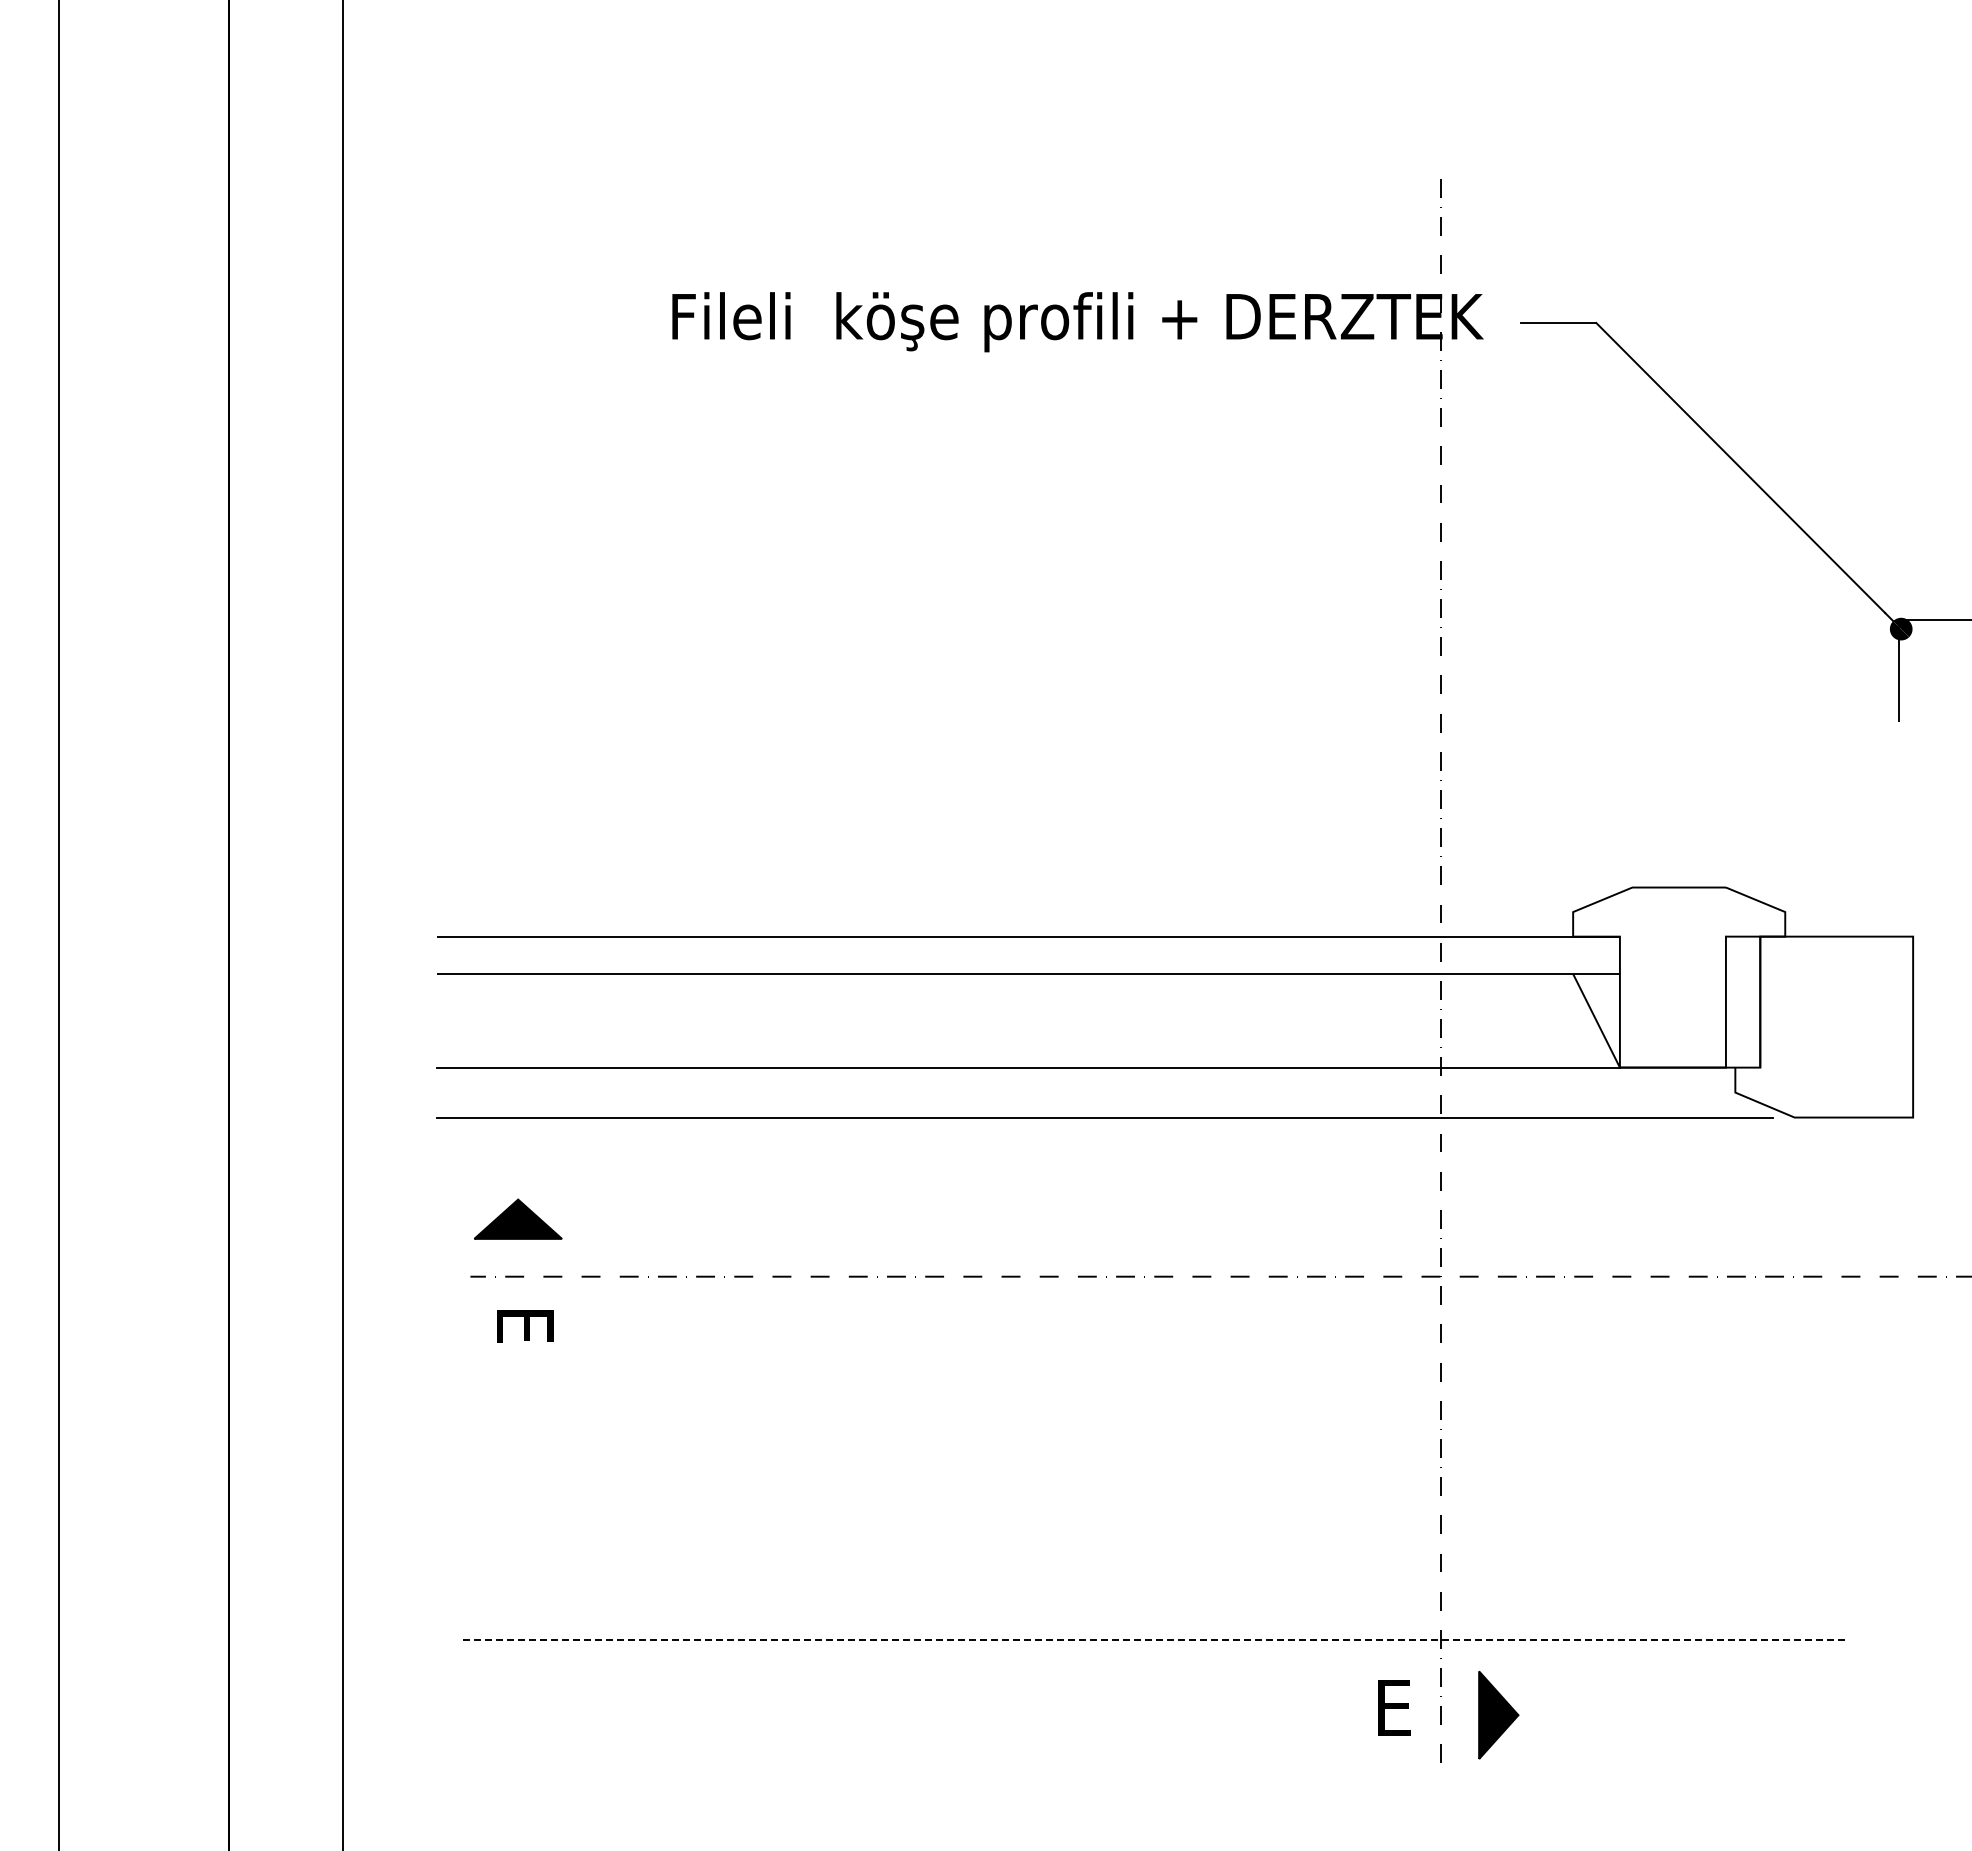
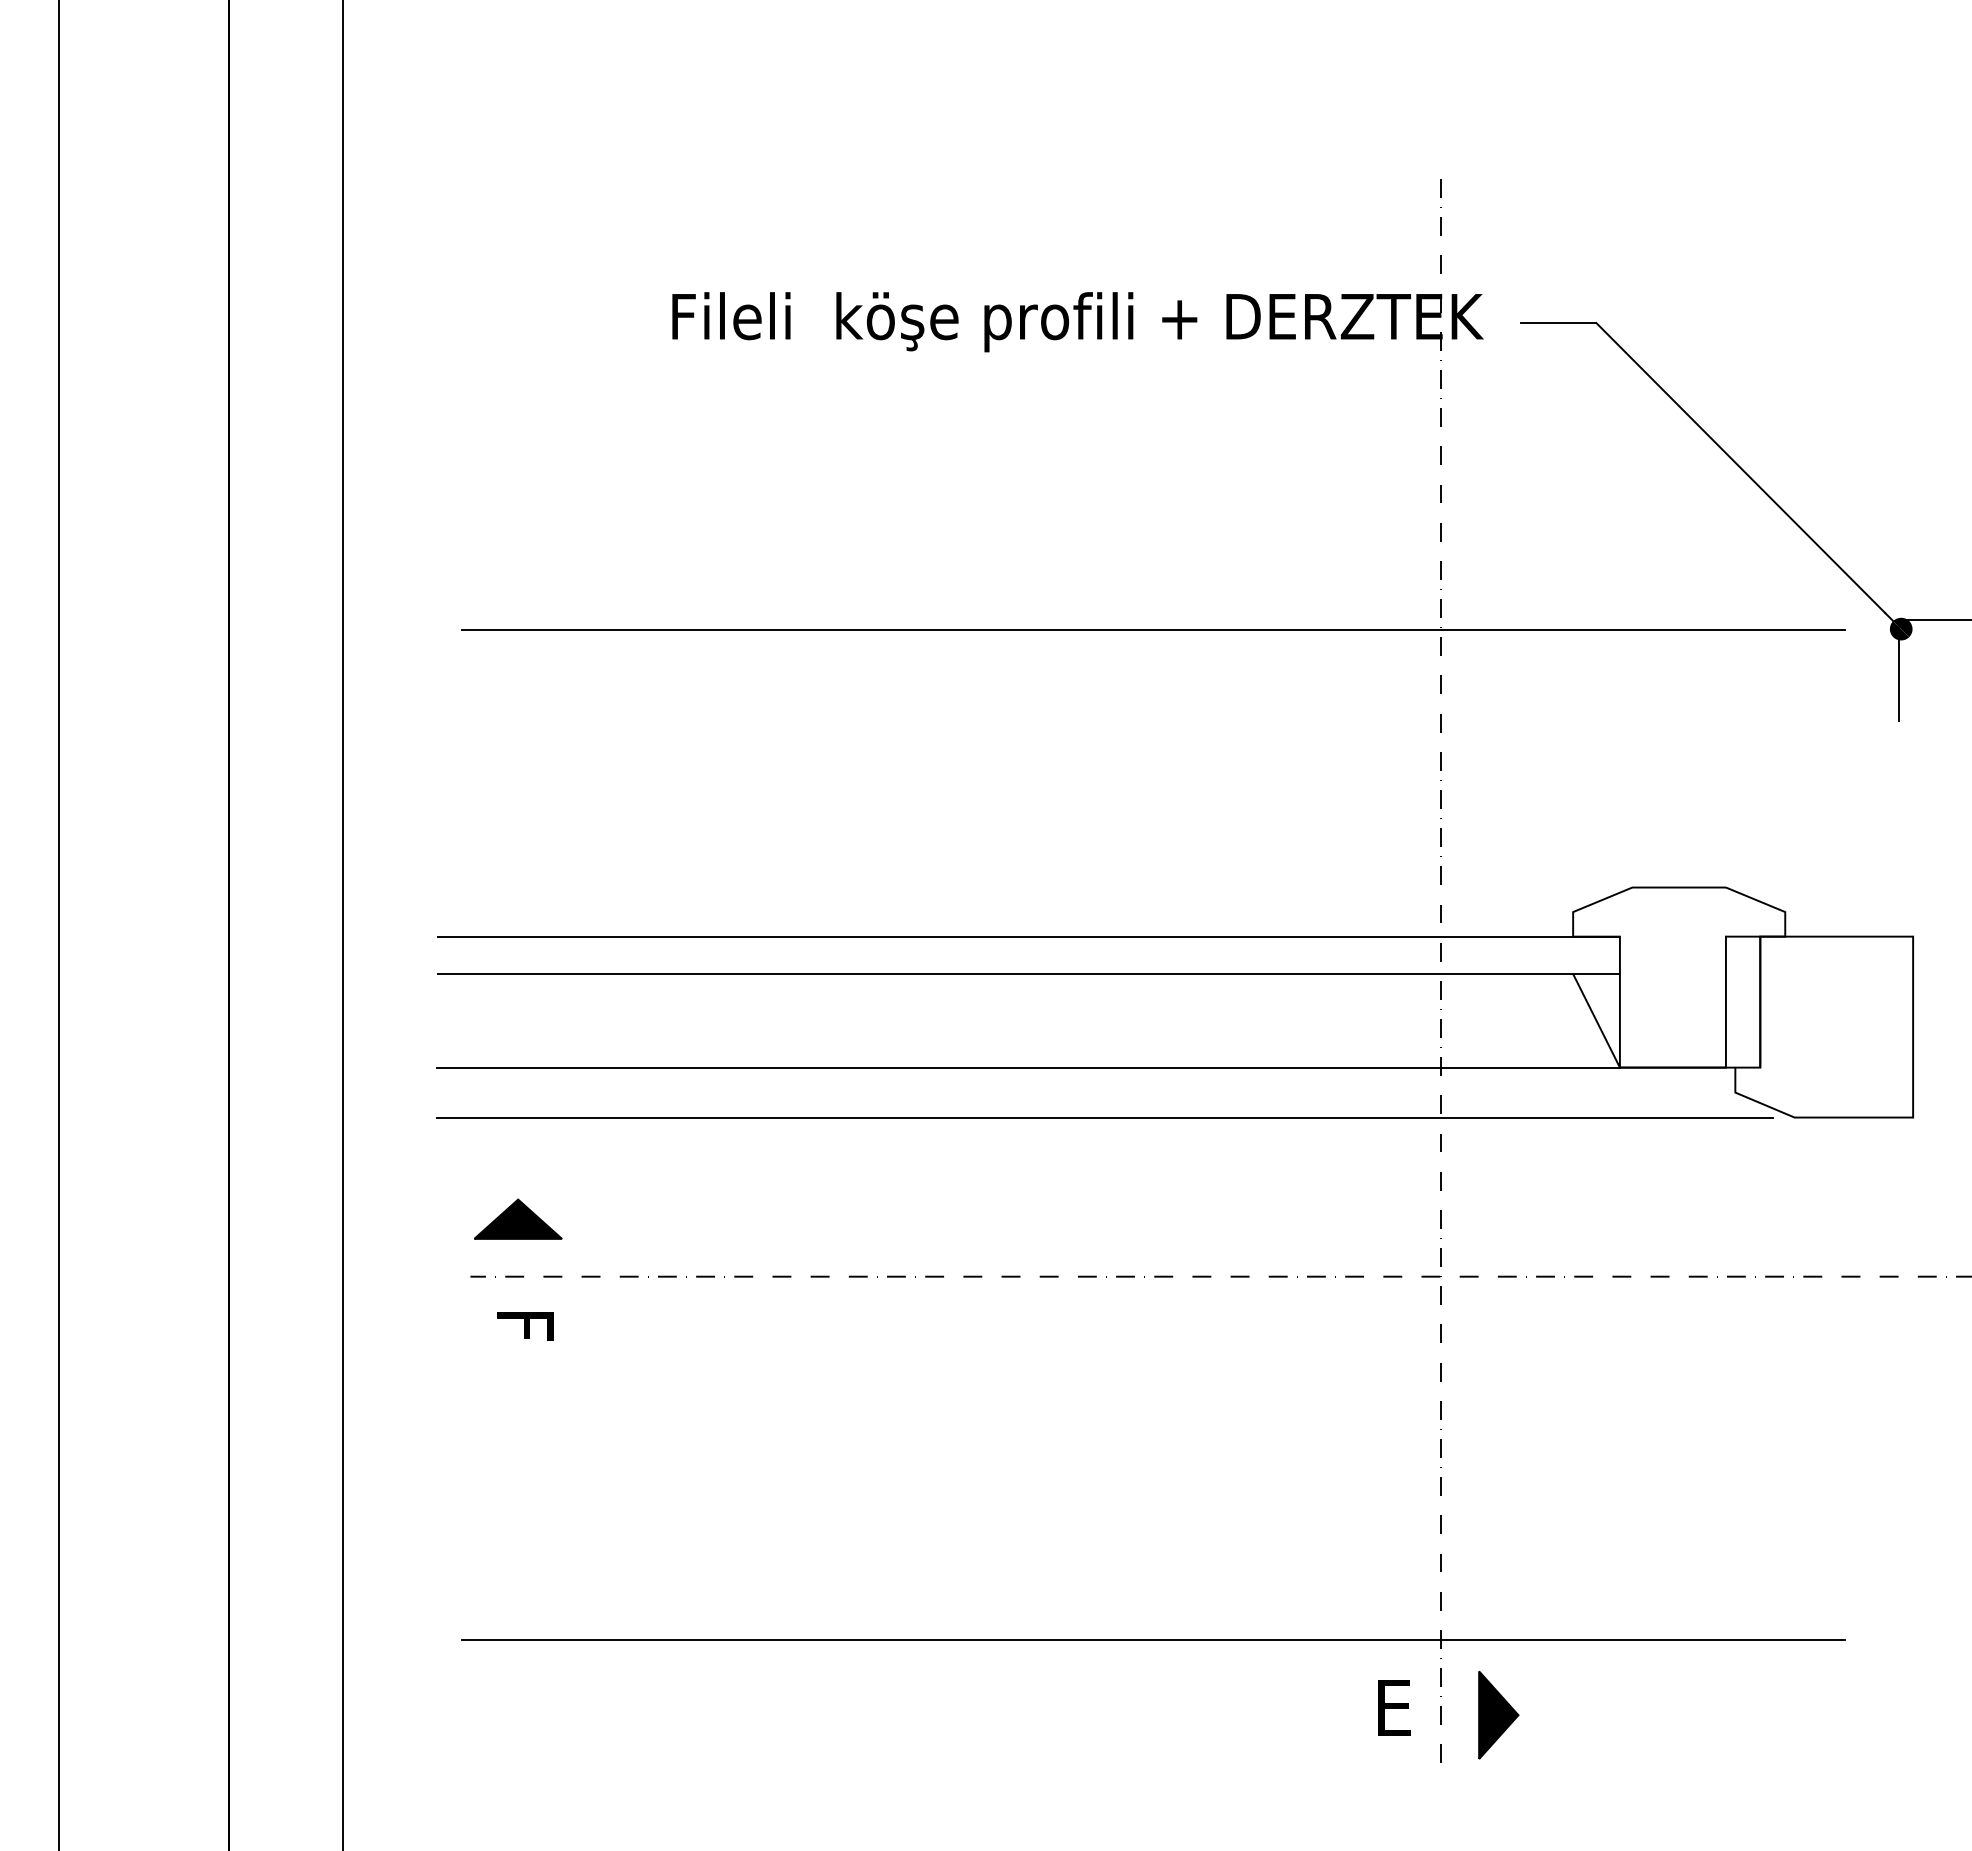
line at (1152, 630): none -> present
text at (525, 1326): E -> F
line at (1153, 1639): dashed -> solid
